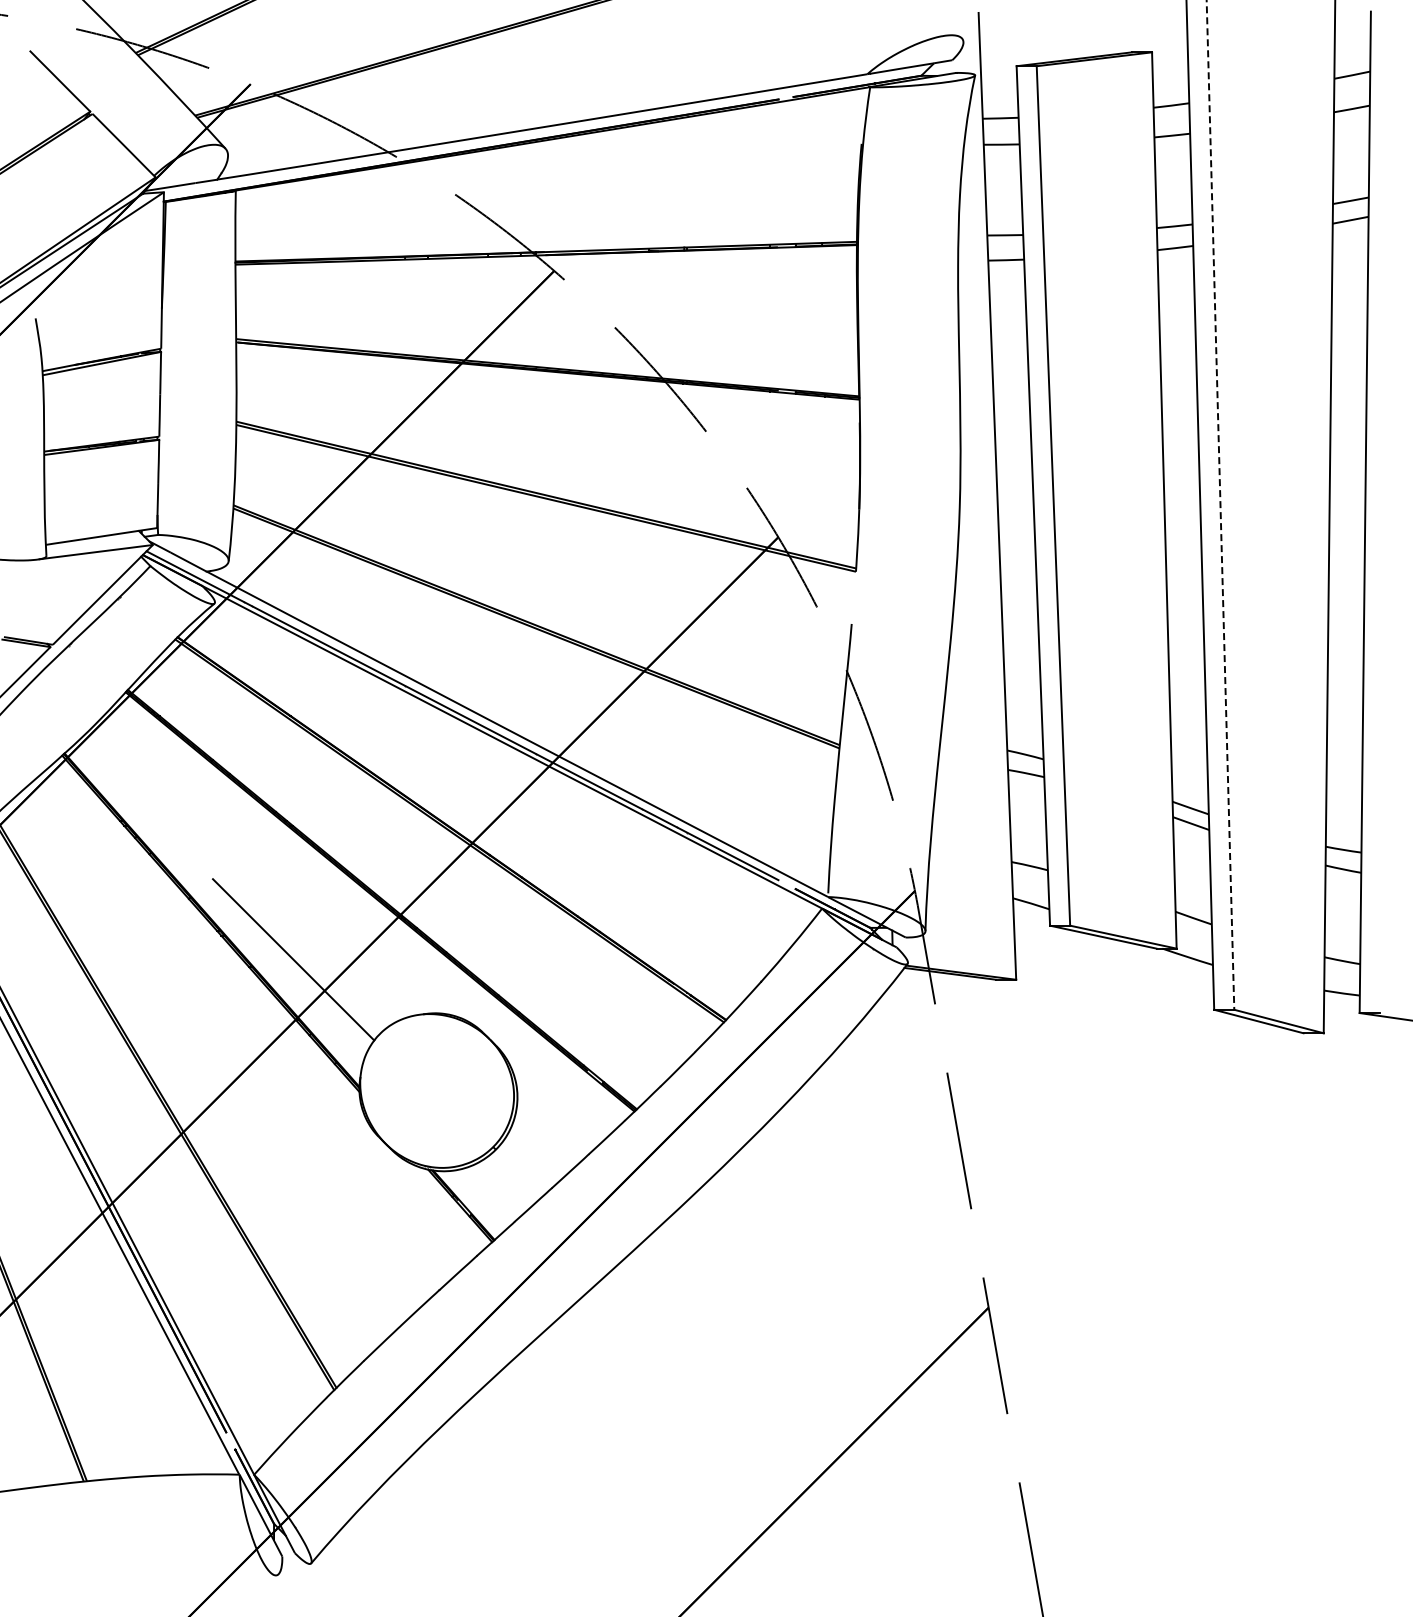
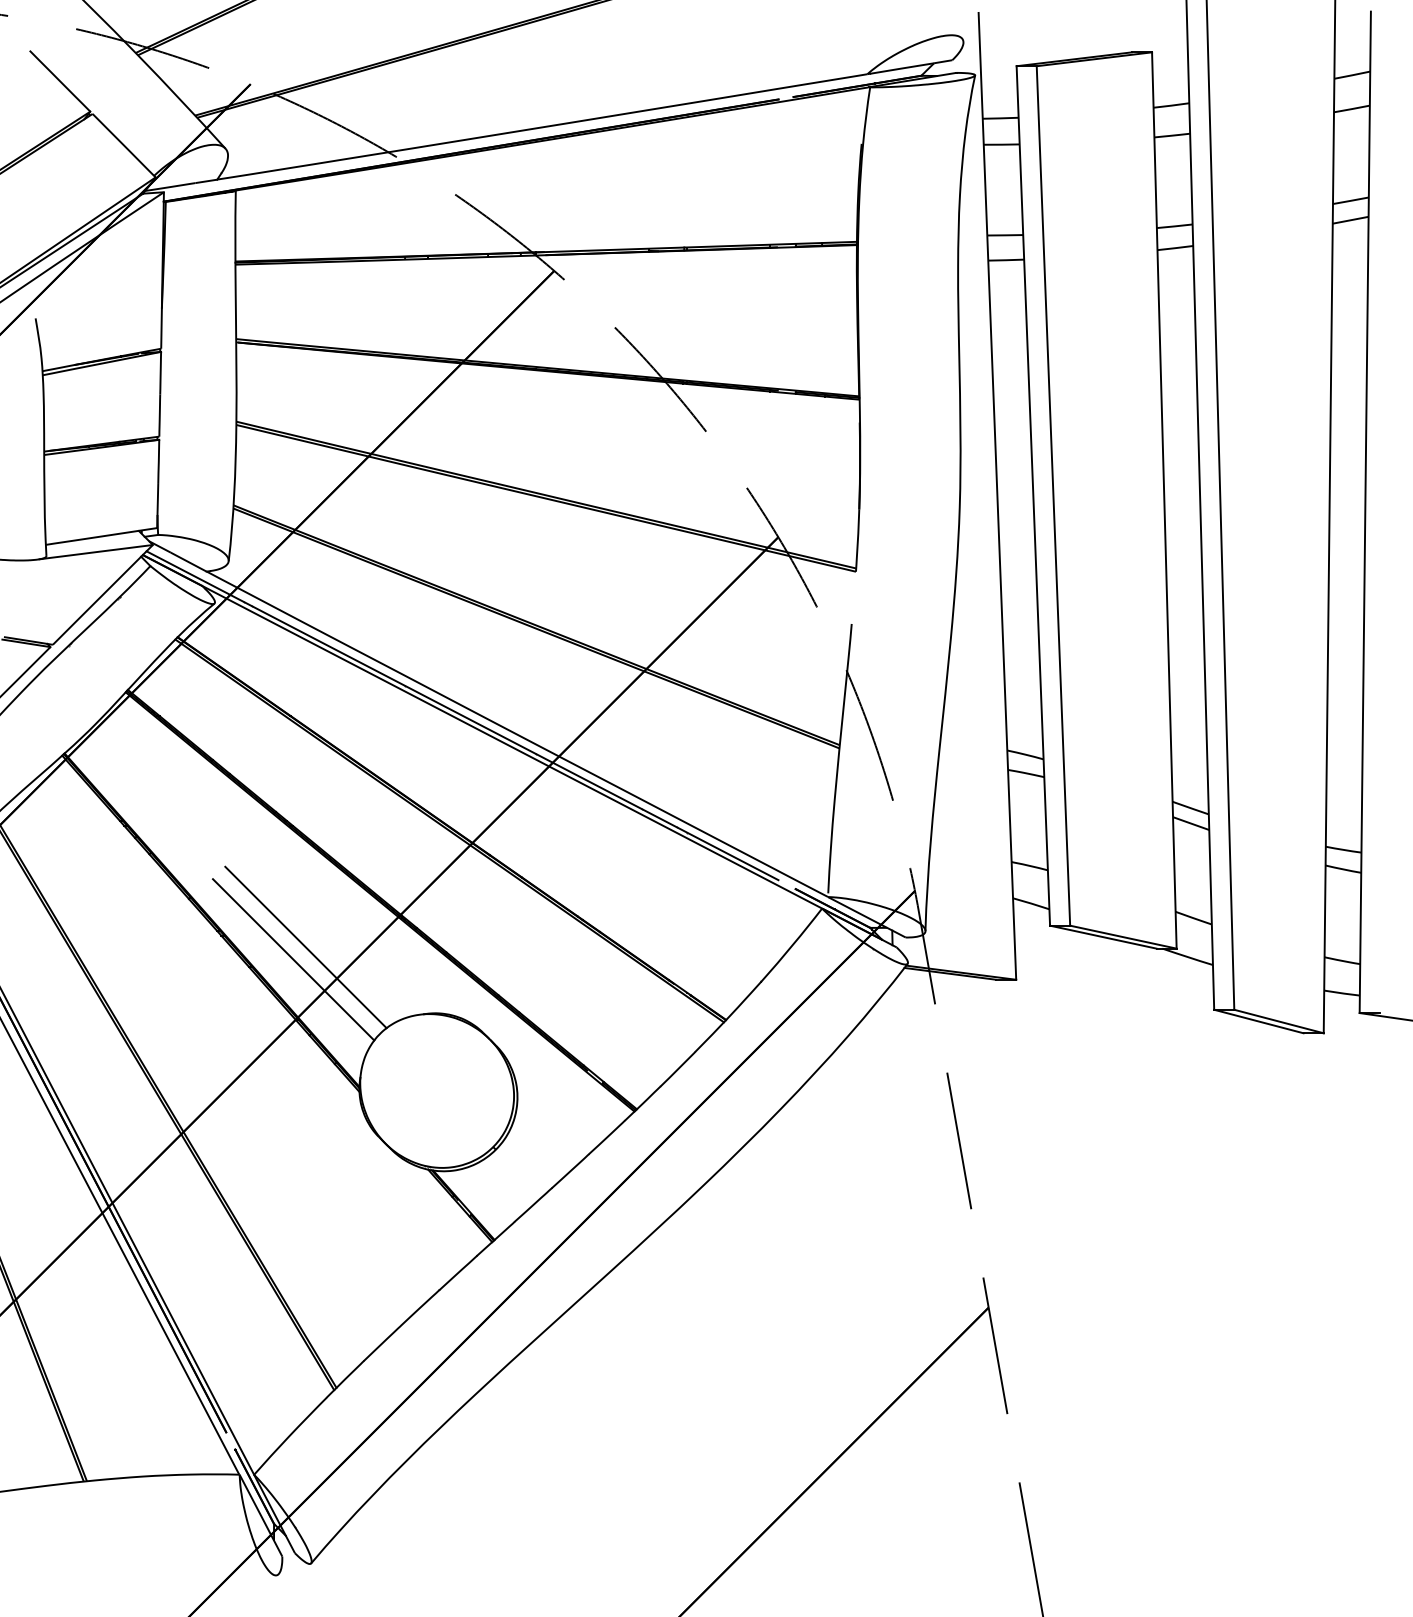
line at (1220, 505): dashed -> solid
line at (305, 947): none -> present
